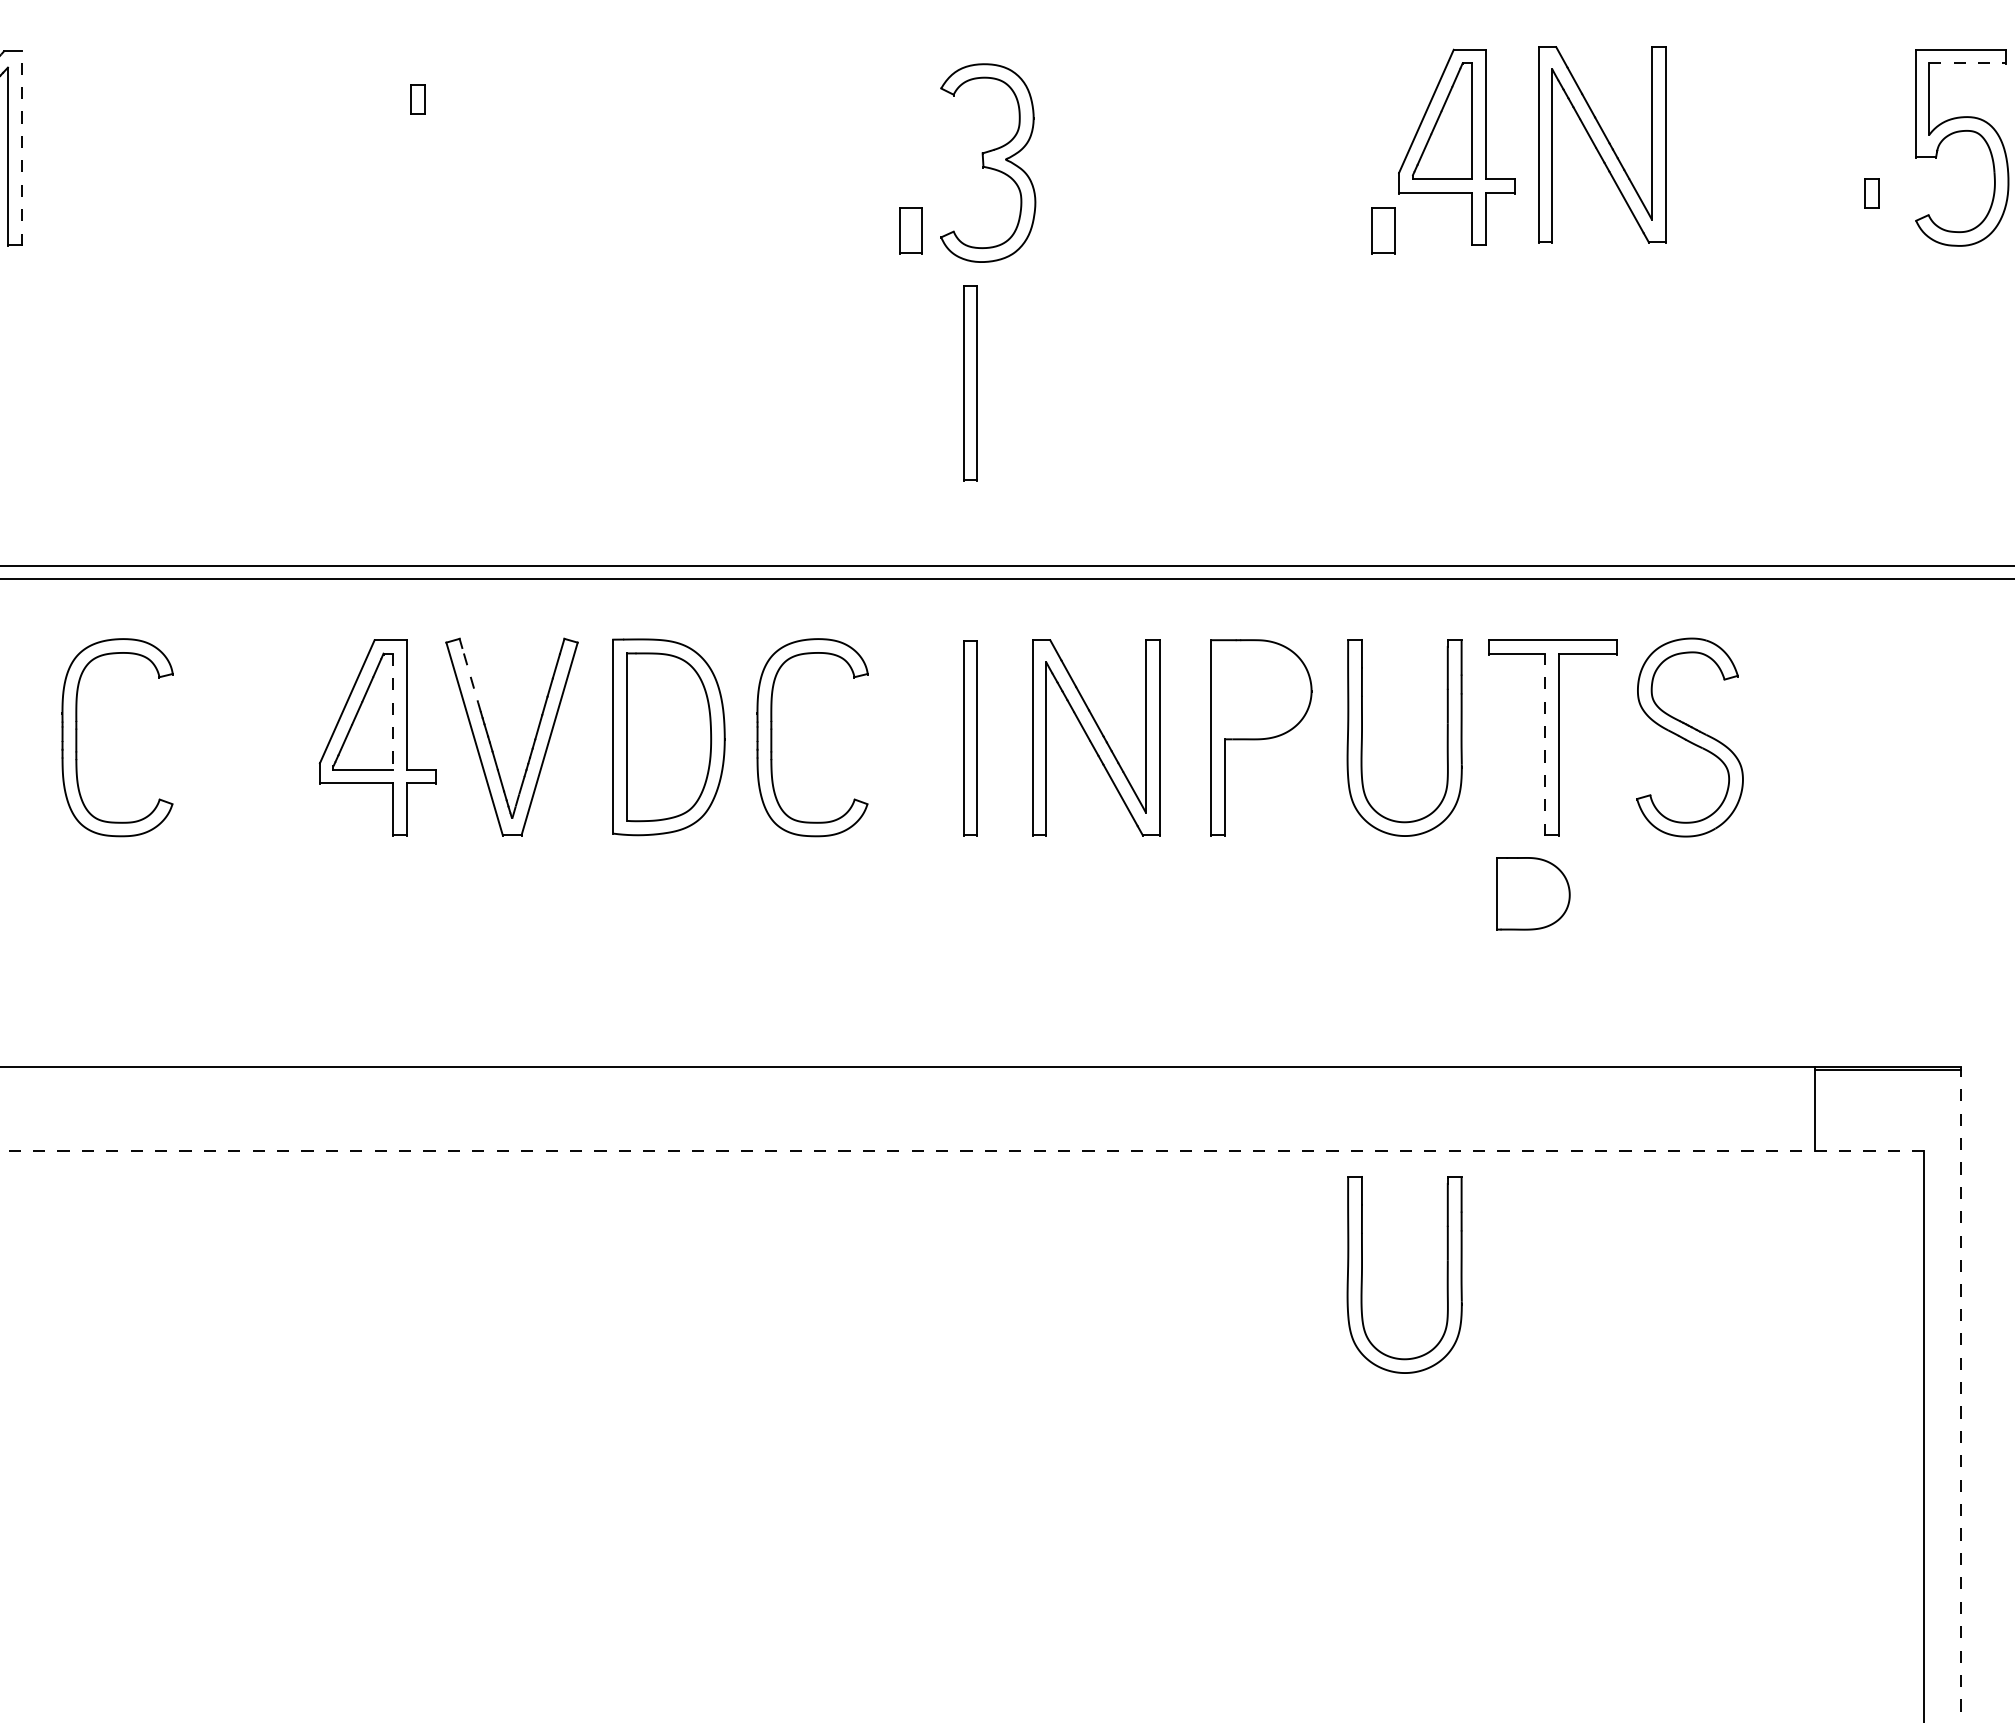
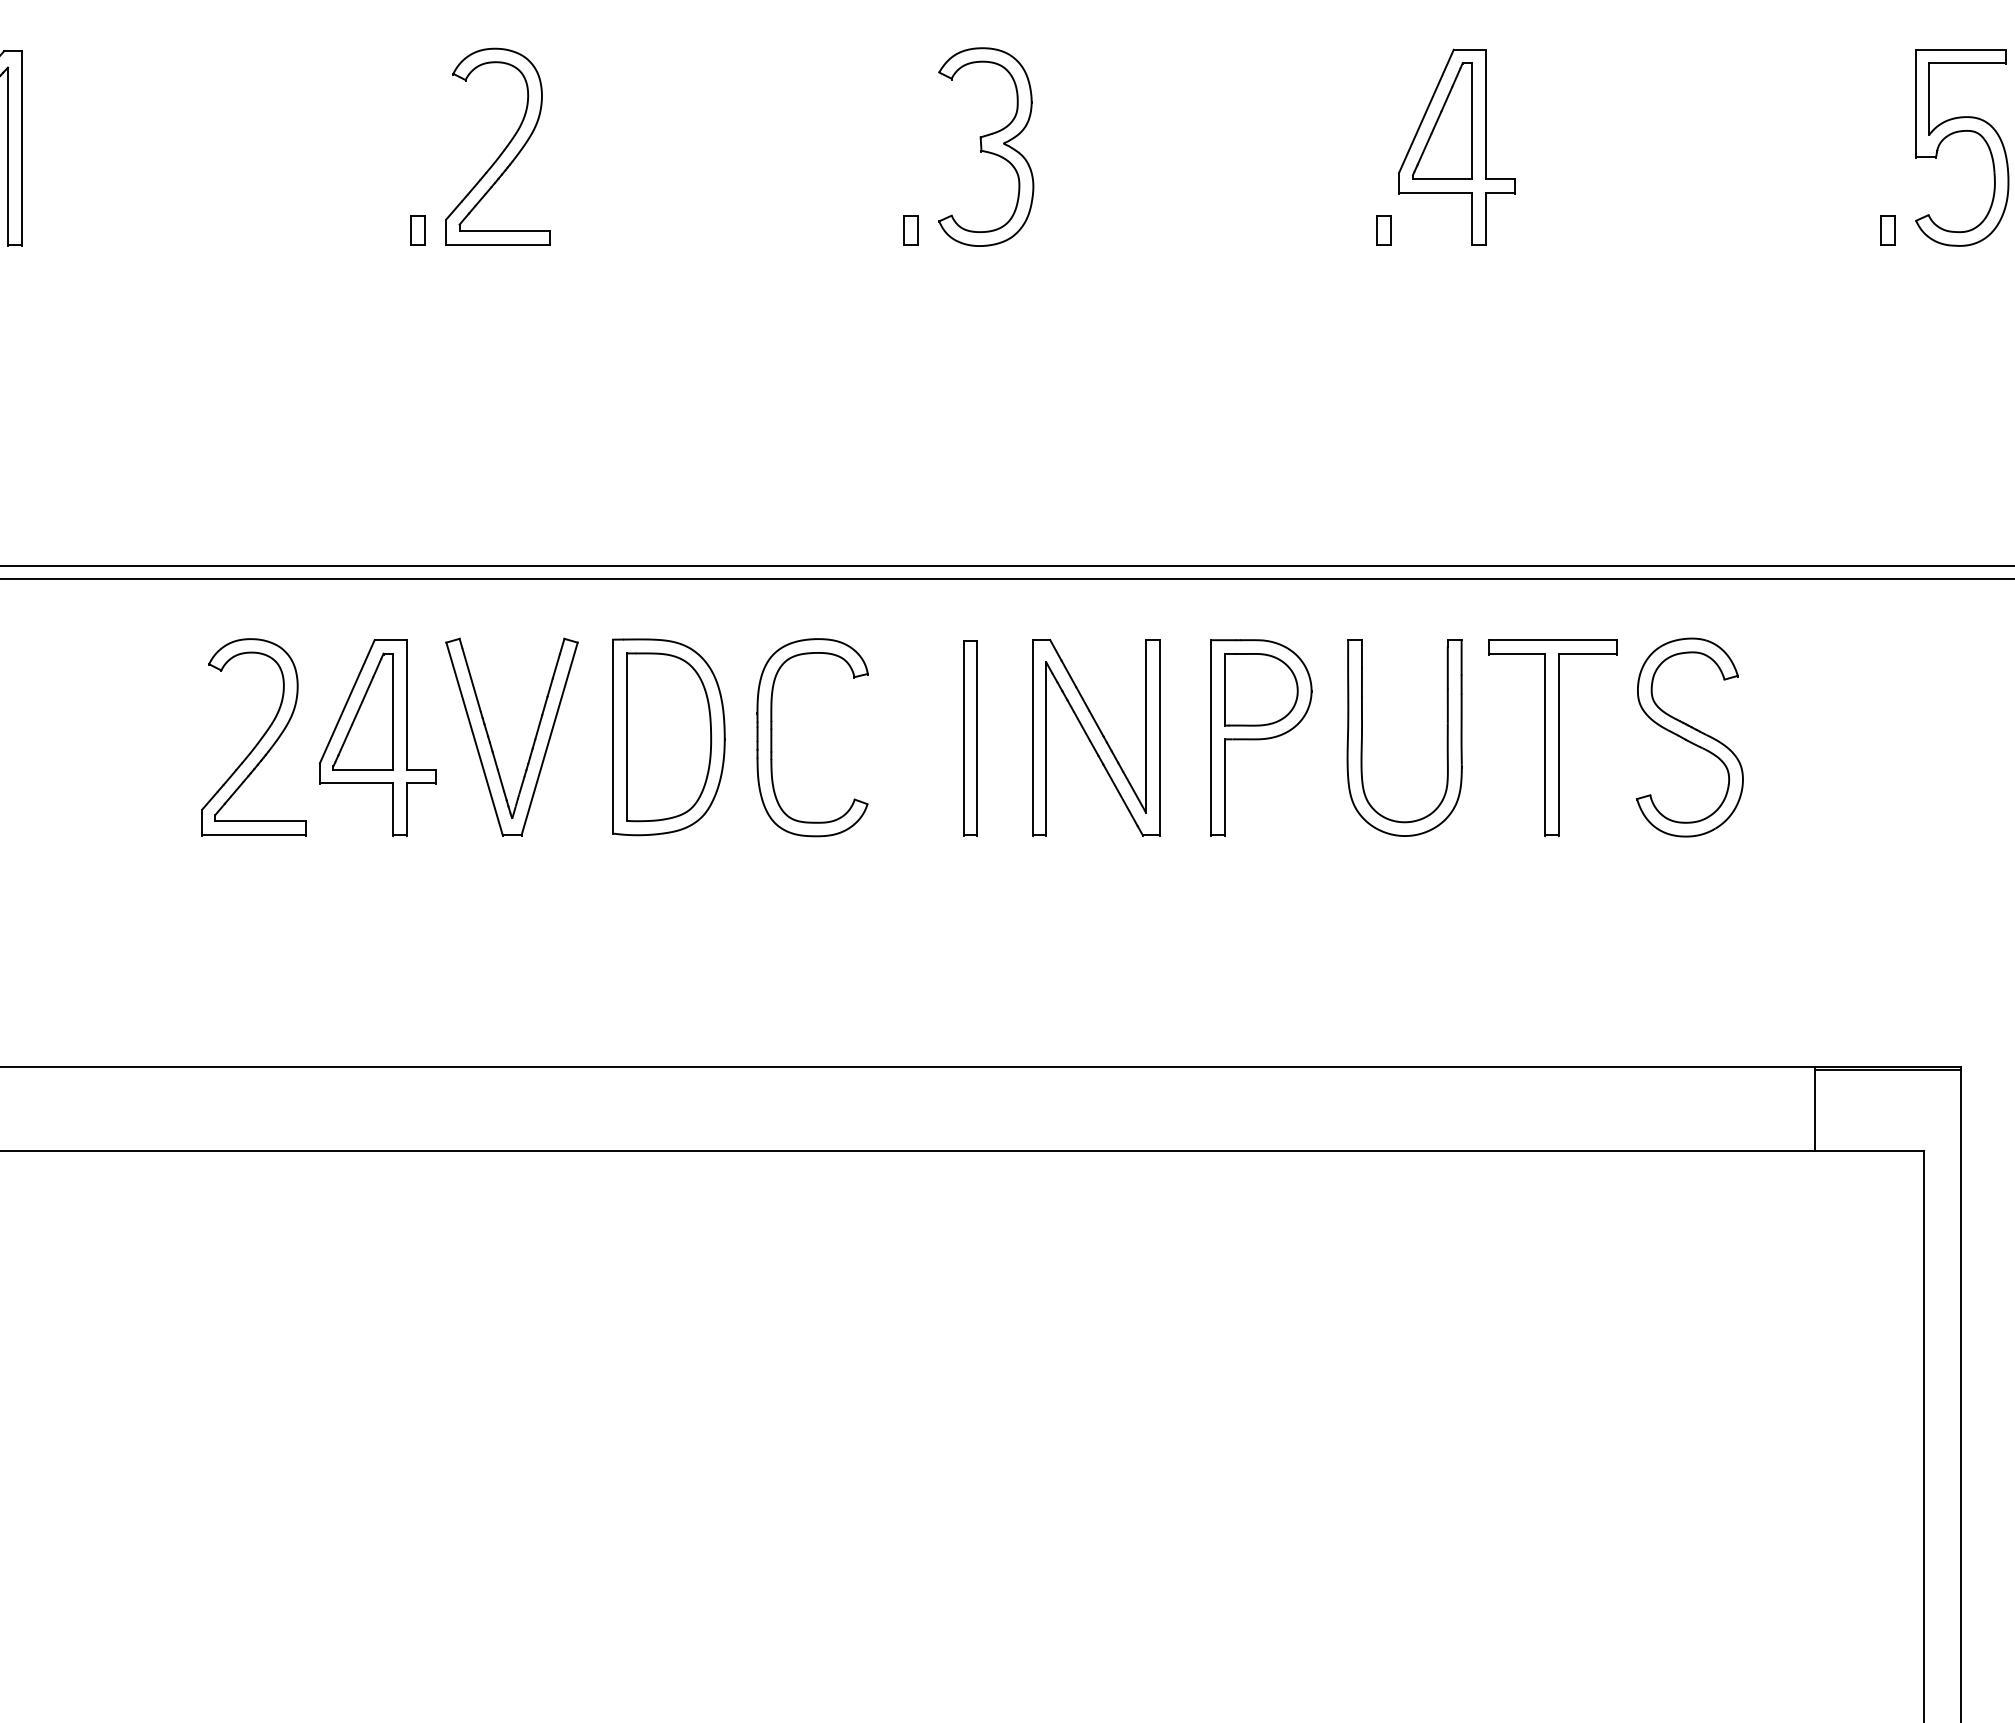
line at (1967, 63): dashed -> solid
part at (417, 99) position: (417, 99) -> (417, 230)
part at (1602, 144): present -> none
line at (21, 147): dashed -> solid
part at (503, 149): none -> present
part at (988, 162) position: (988, 162) -> (986, 146)
part at (1871, 193) position: (1871, 193) -> (1887, 230)
part at (910, 230) size: 24x48 px -> 16x31 px
part at (1383, 230) size: 25x48 px -> 16x31 px
part at (970, 383): present -> none
line at (471, 680): dashed -> solid
line at (393, 712): dashed -> solid
part at (77, 737): present -> none
part at (259, 739): none -> present
line at (1545, 745): dashed -> solid
part at (1533, 893) position: (1533, 893) -> (1261, 689)
line at (962, 1151): dashed -> solid
part at (1362, 1274): present -> none
line at (1961, 1394): dashed -> solid
